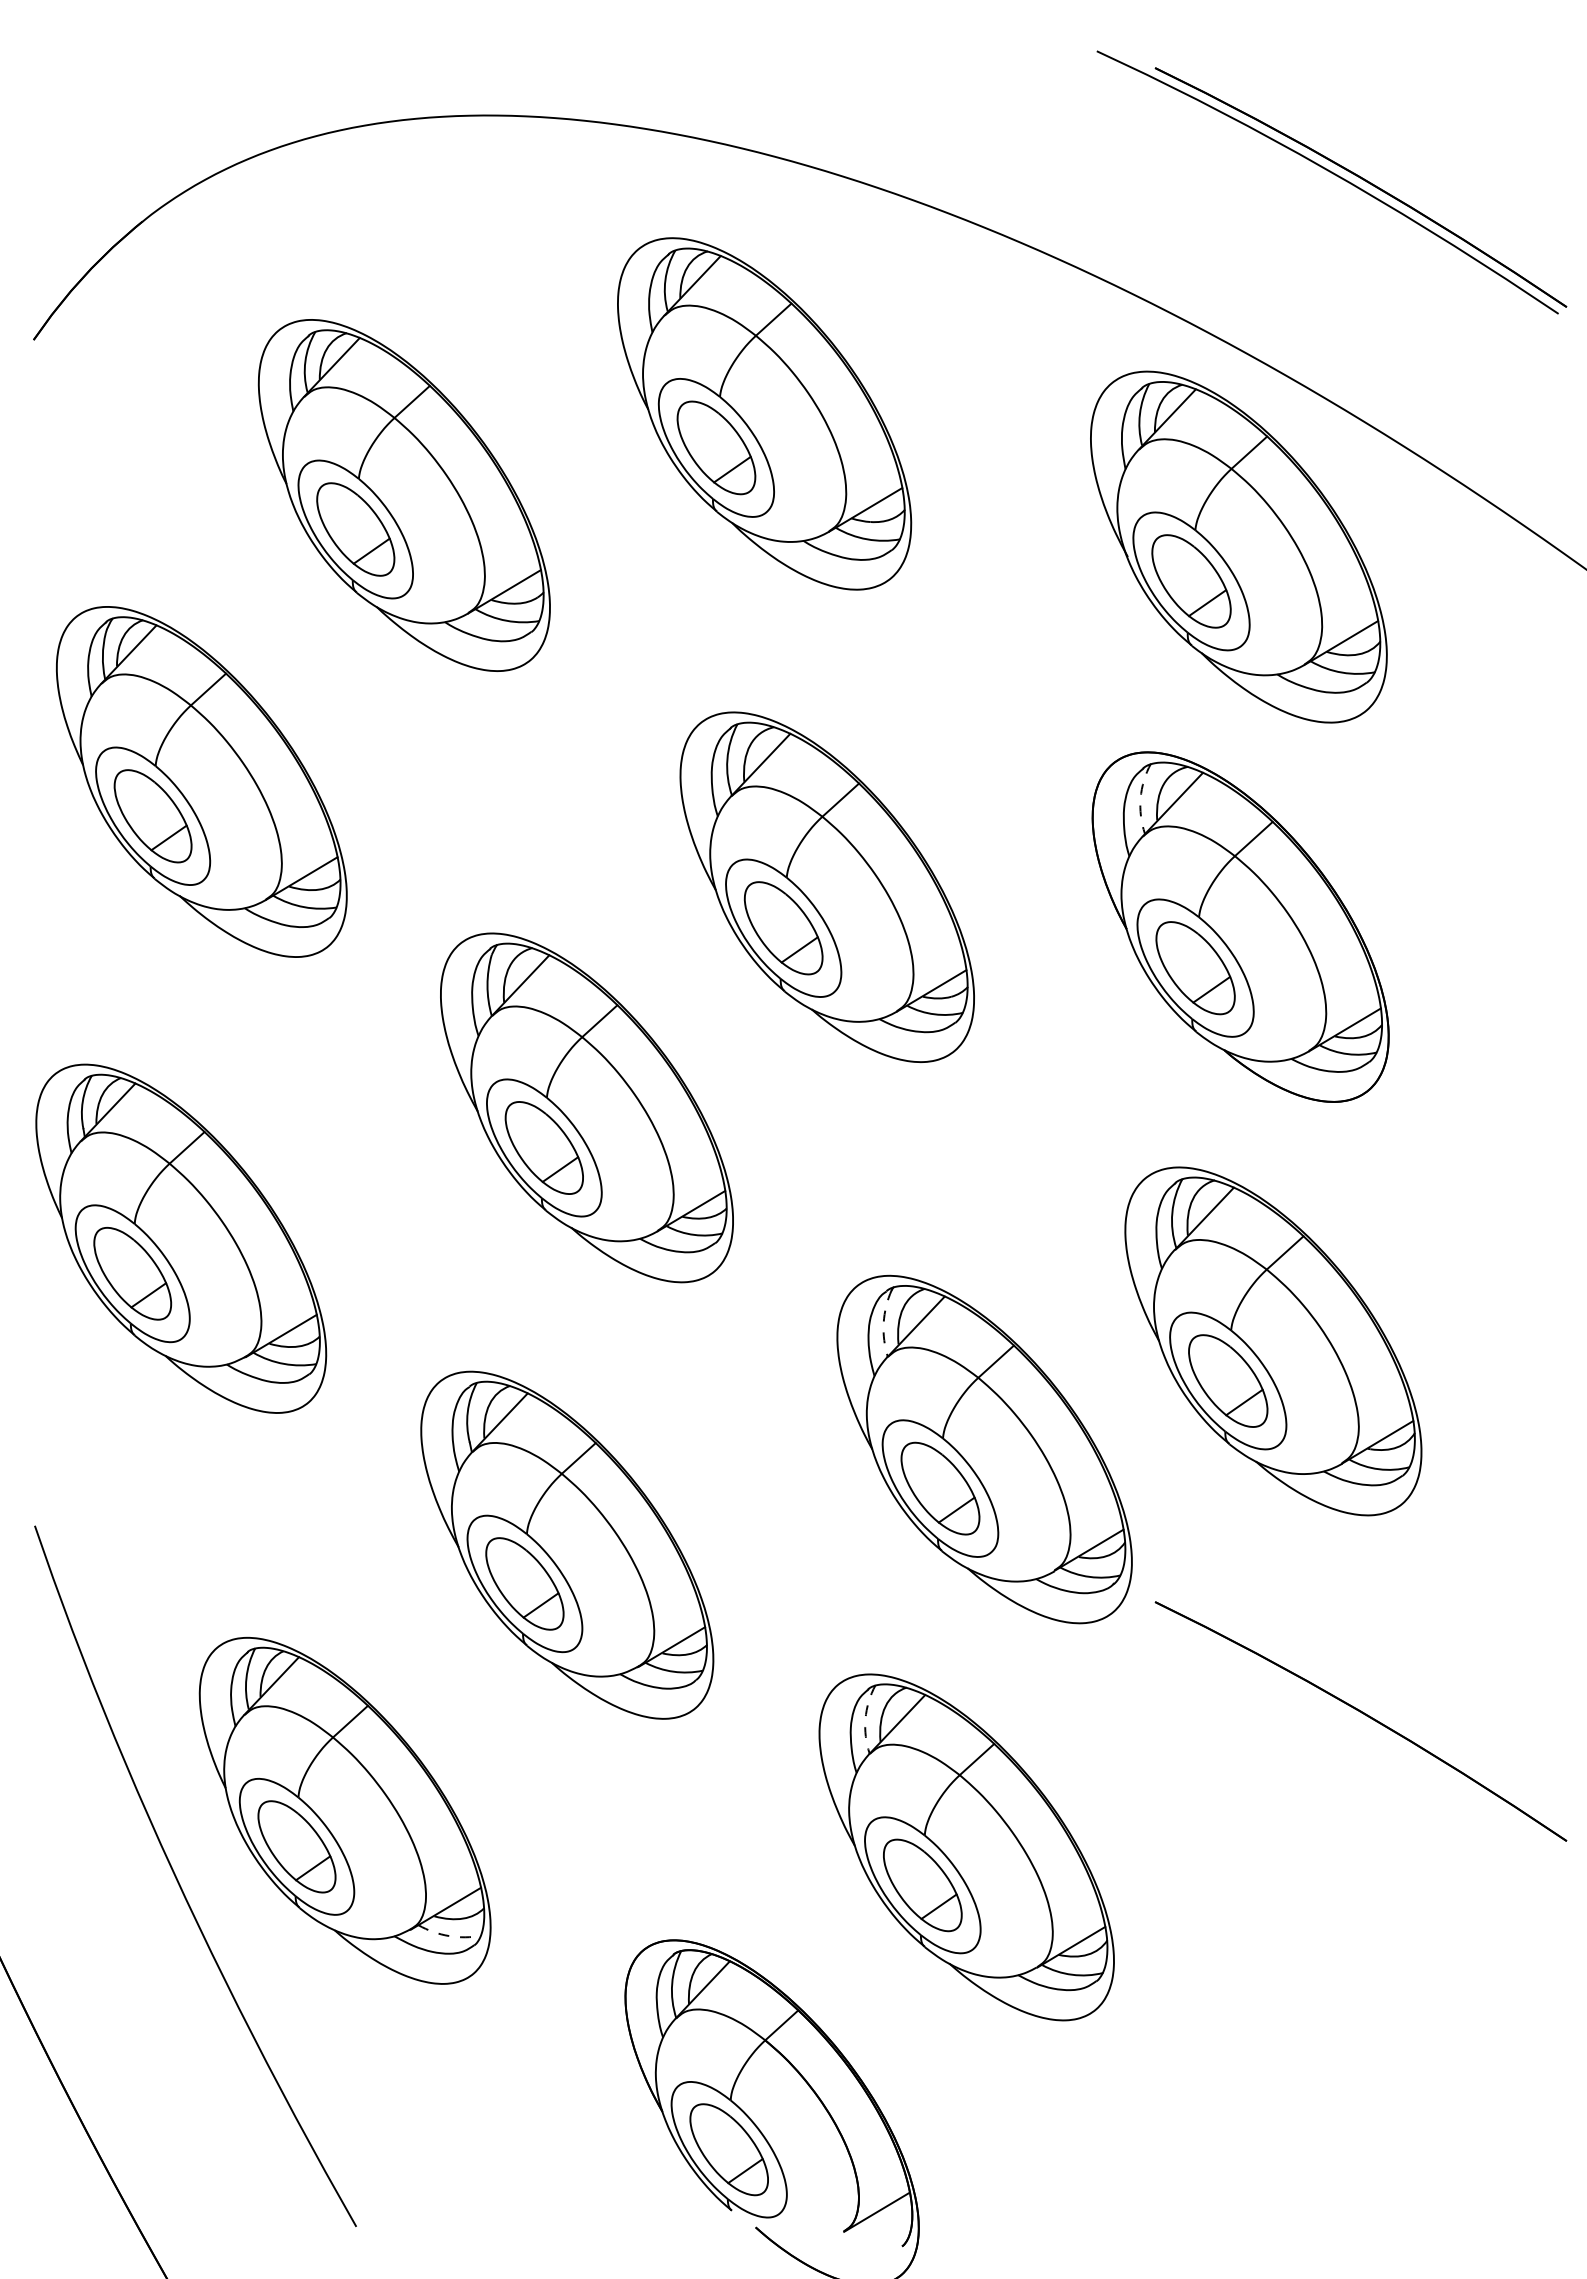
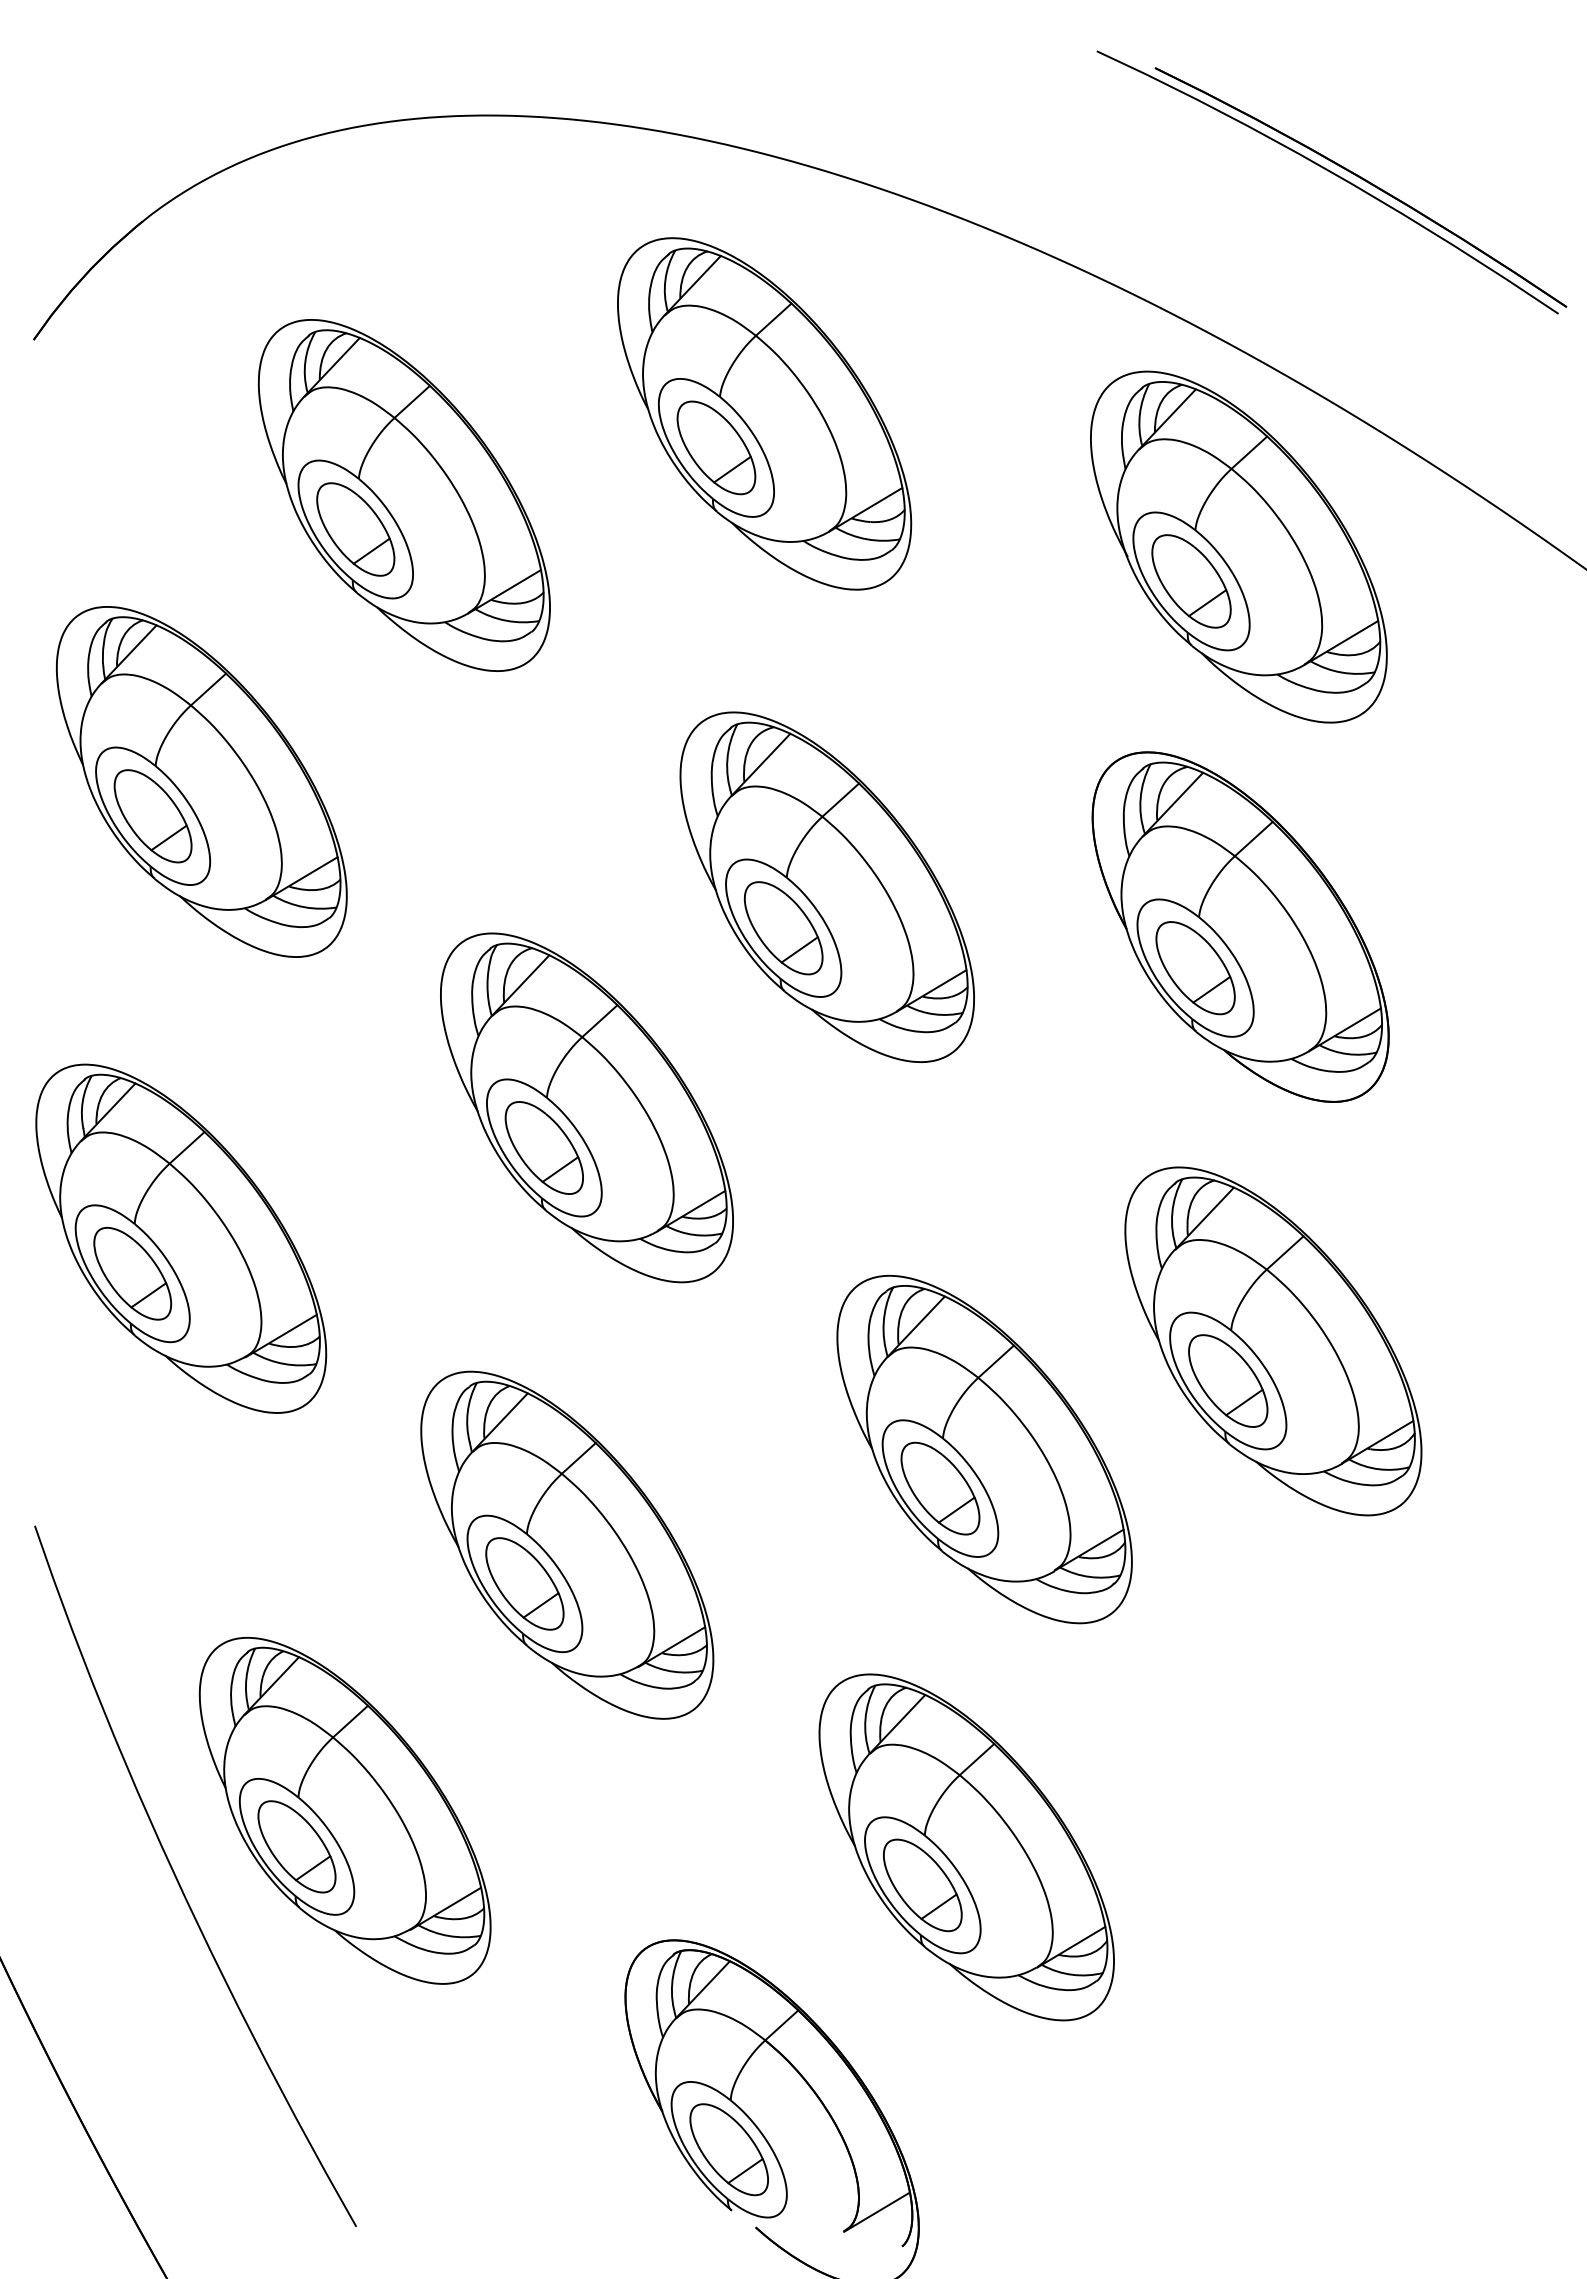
arc at (1140, 798): dashed -> solid
arc at (883, 1323): dashed -> solid
part at (1363, 1714): present -> none
arc at (865, 1718): dashed -> solid
arc at (448, 1936): dashed -> solid
